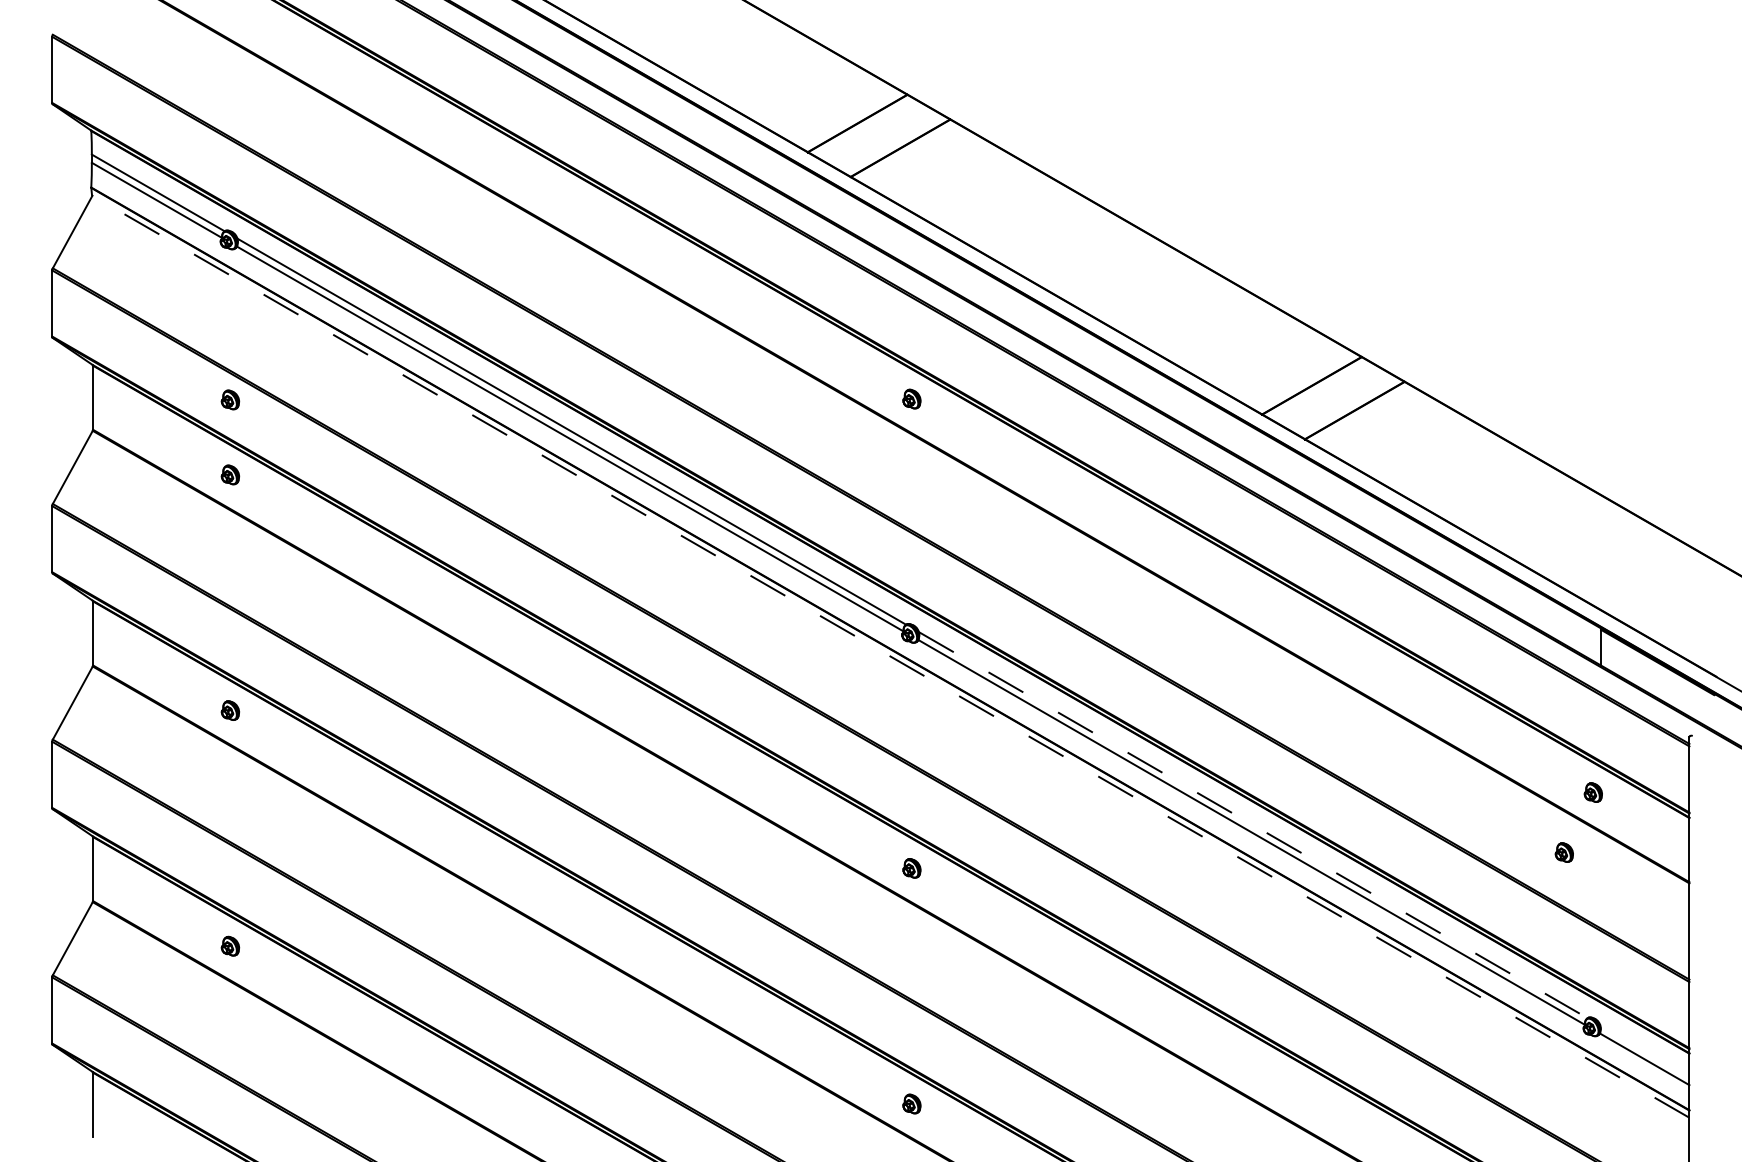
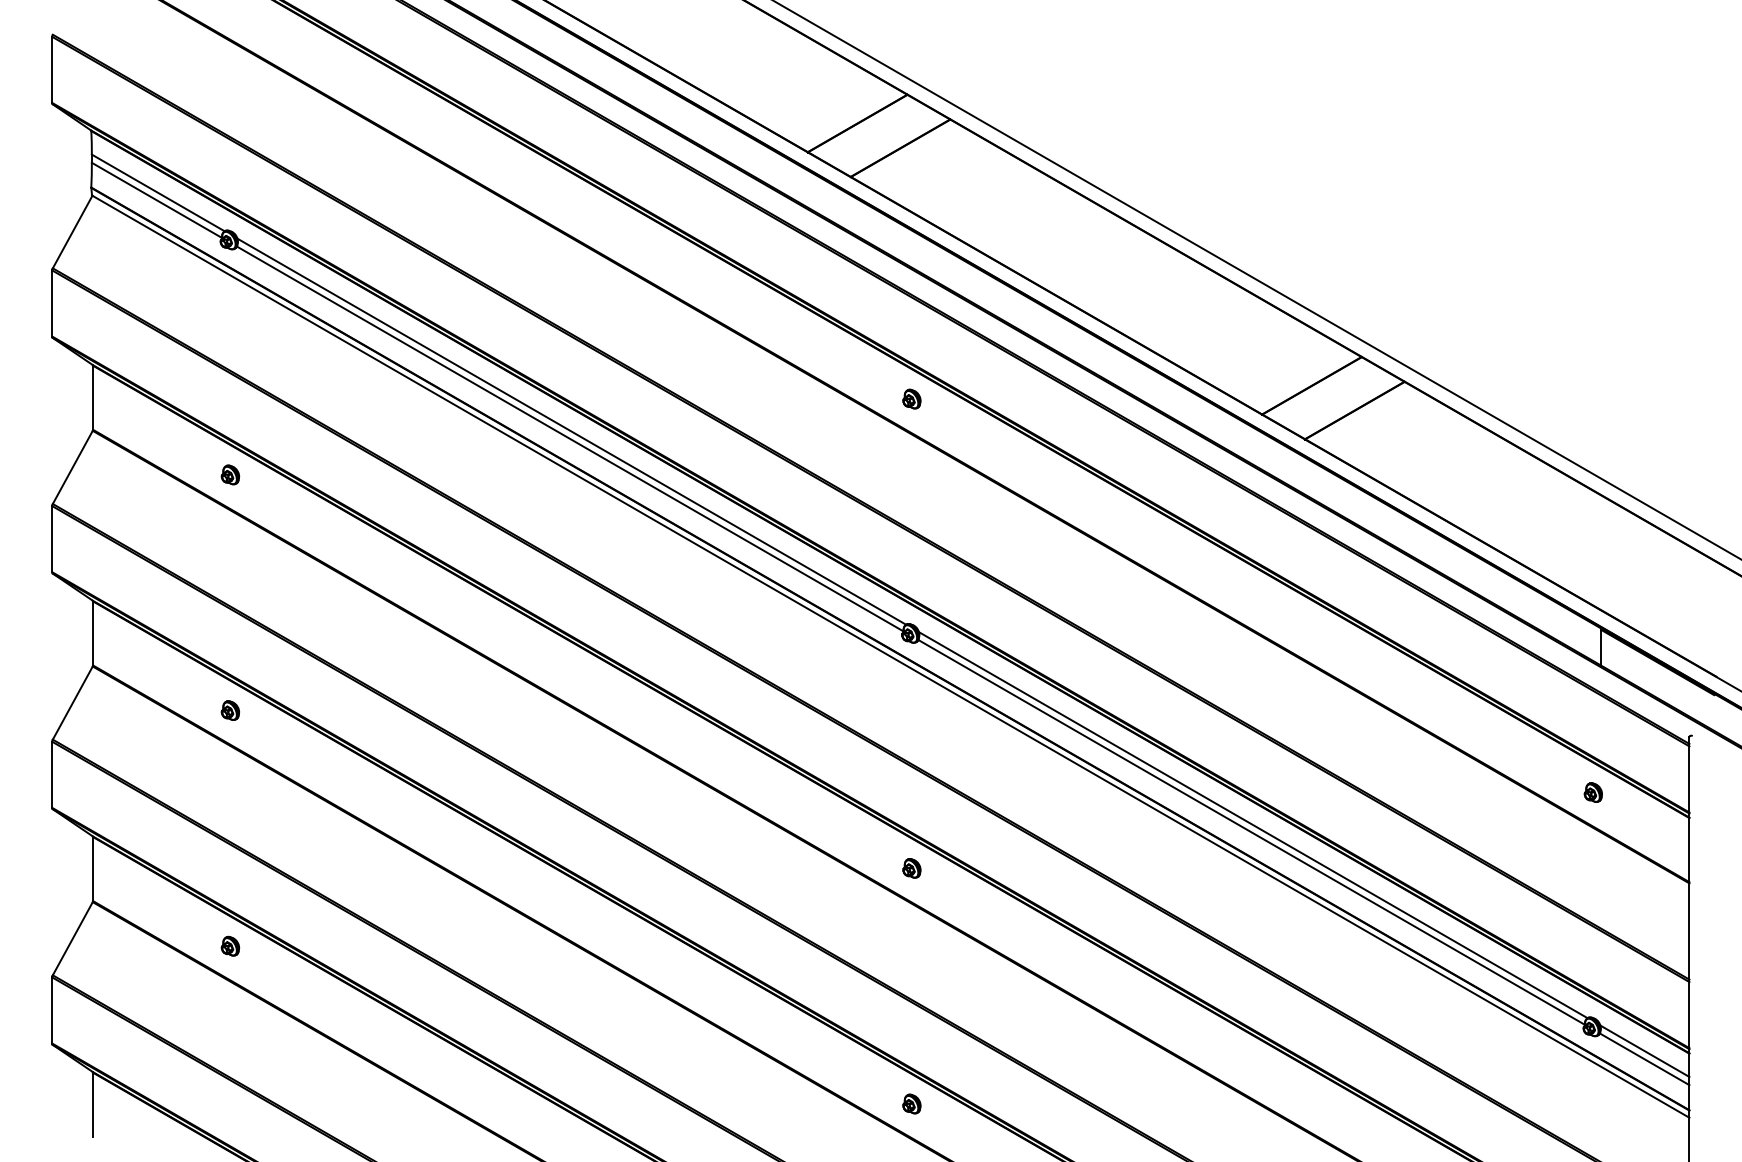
line at (1256, 279): none -> present
part at (230, 399): present -> none
line at (890, 656): dashed -> solid
line at (1253, 825): dashed -> solid
part at (1563, 852): present -> none
line at (1644, 1050): none -> present
